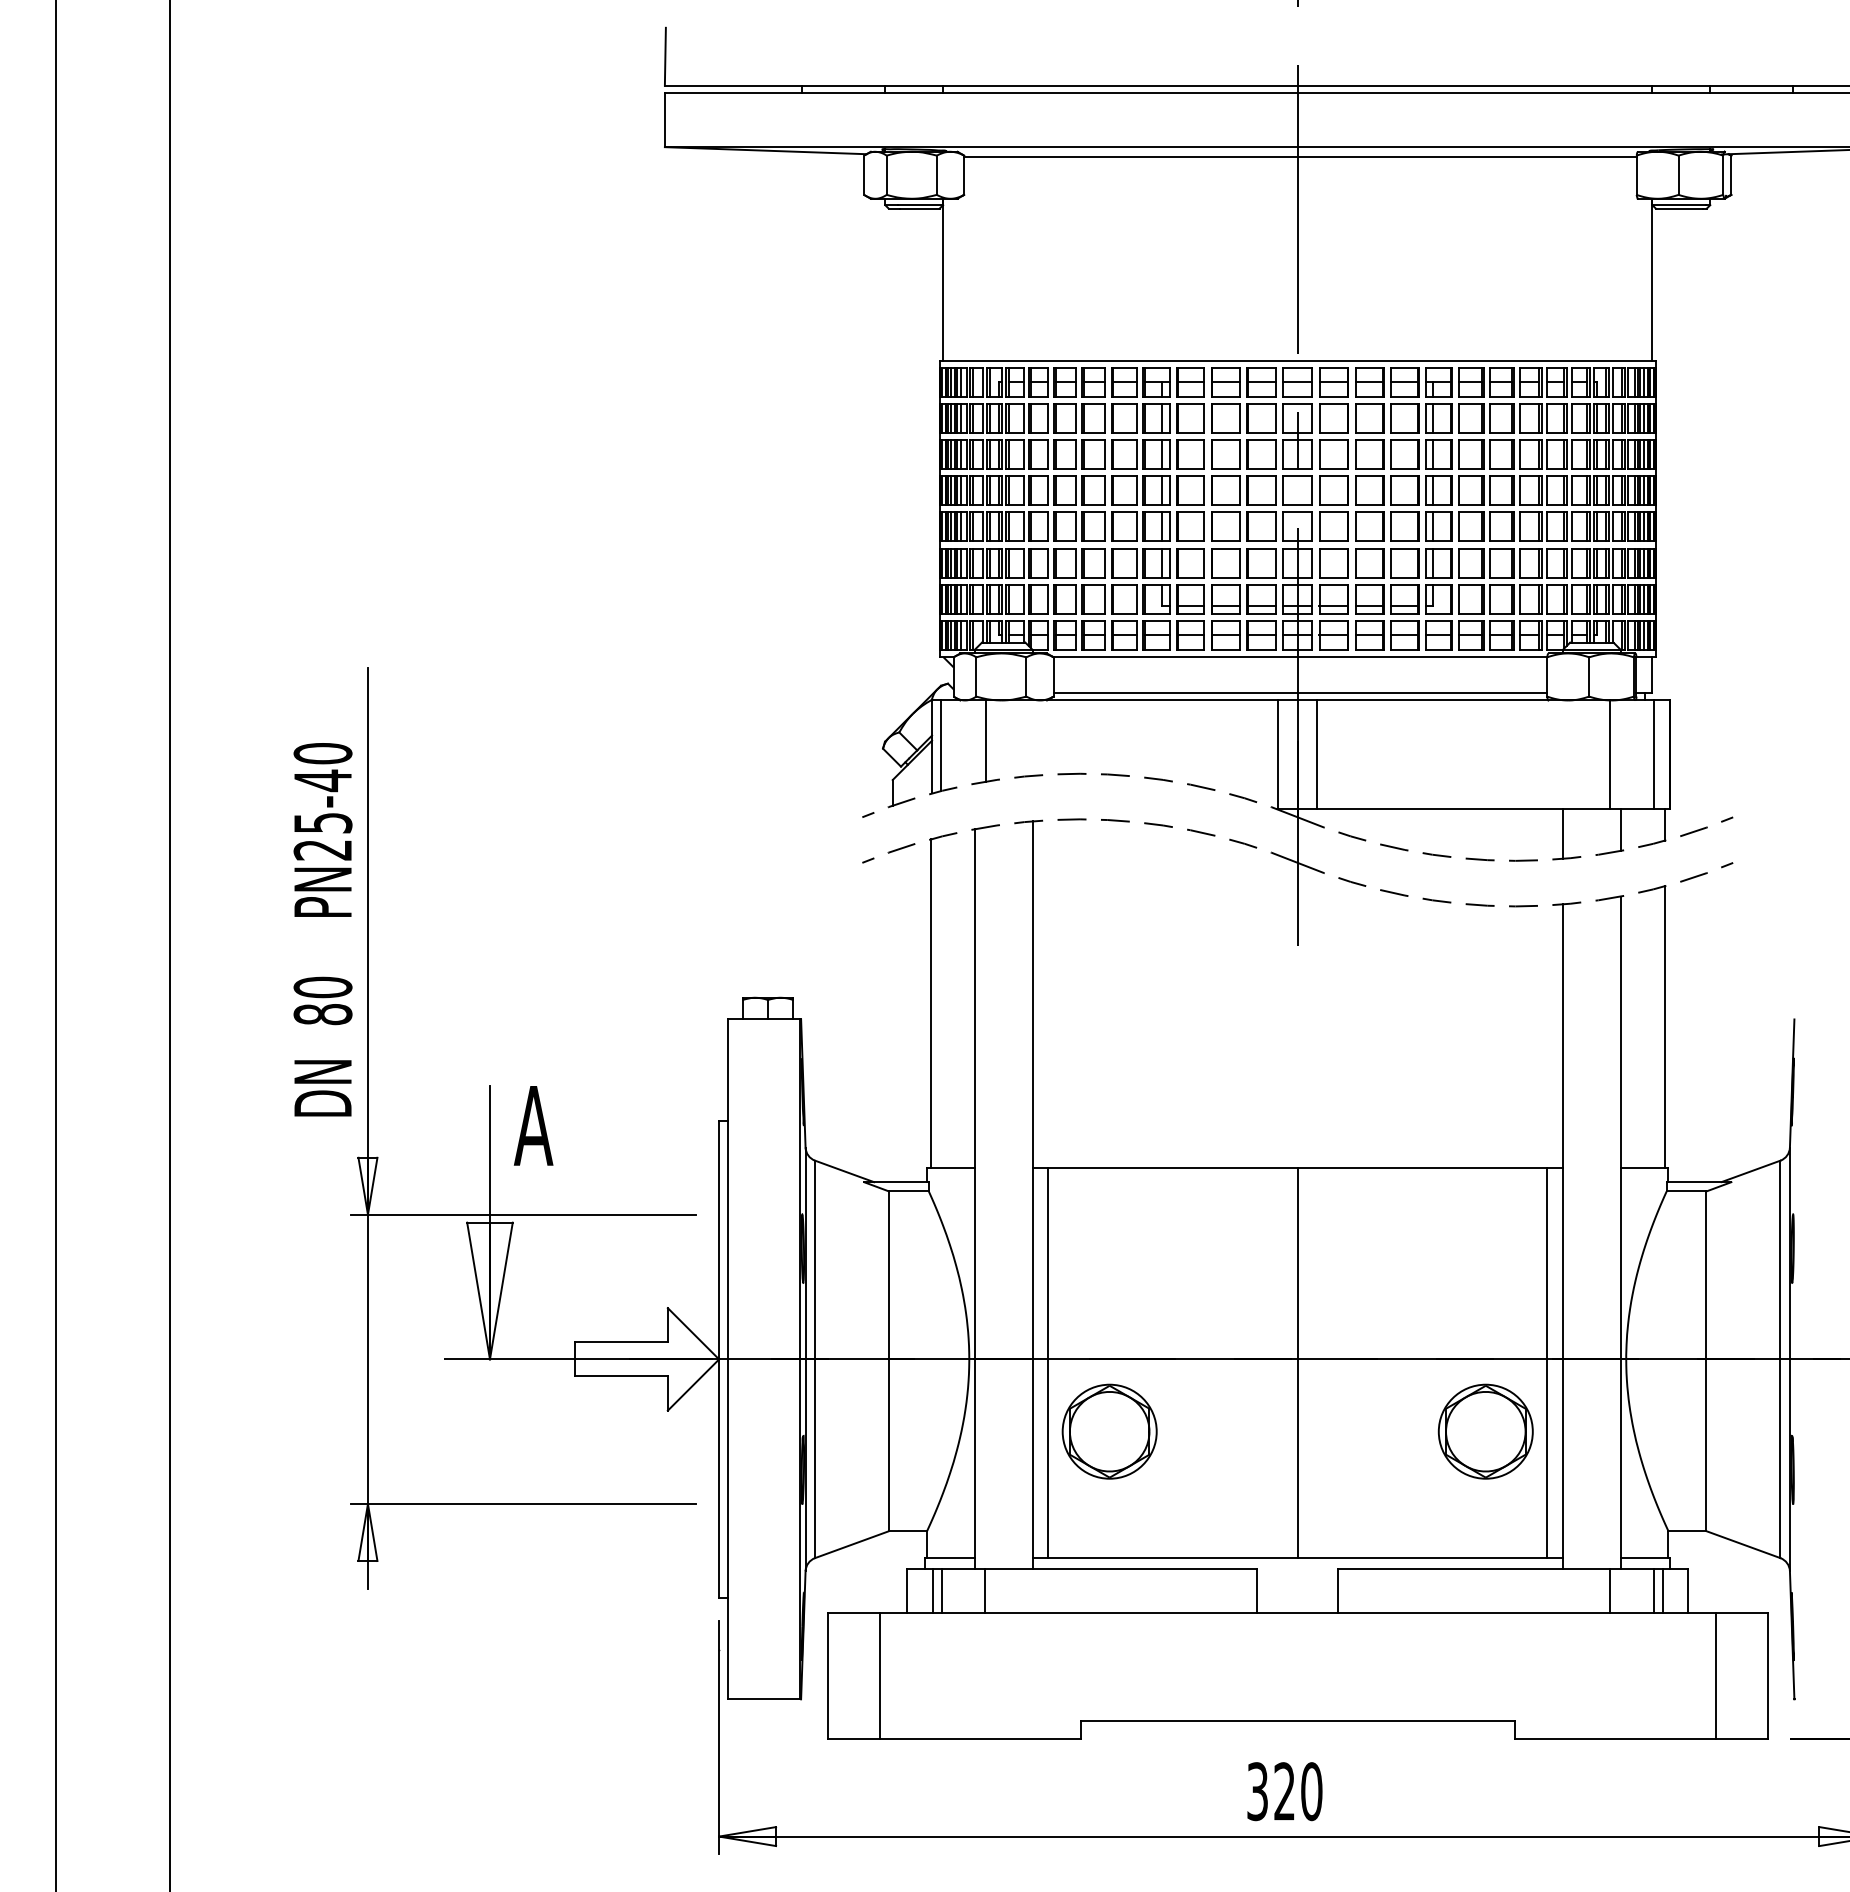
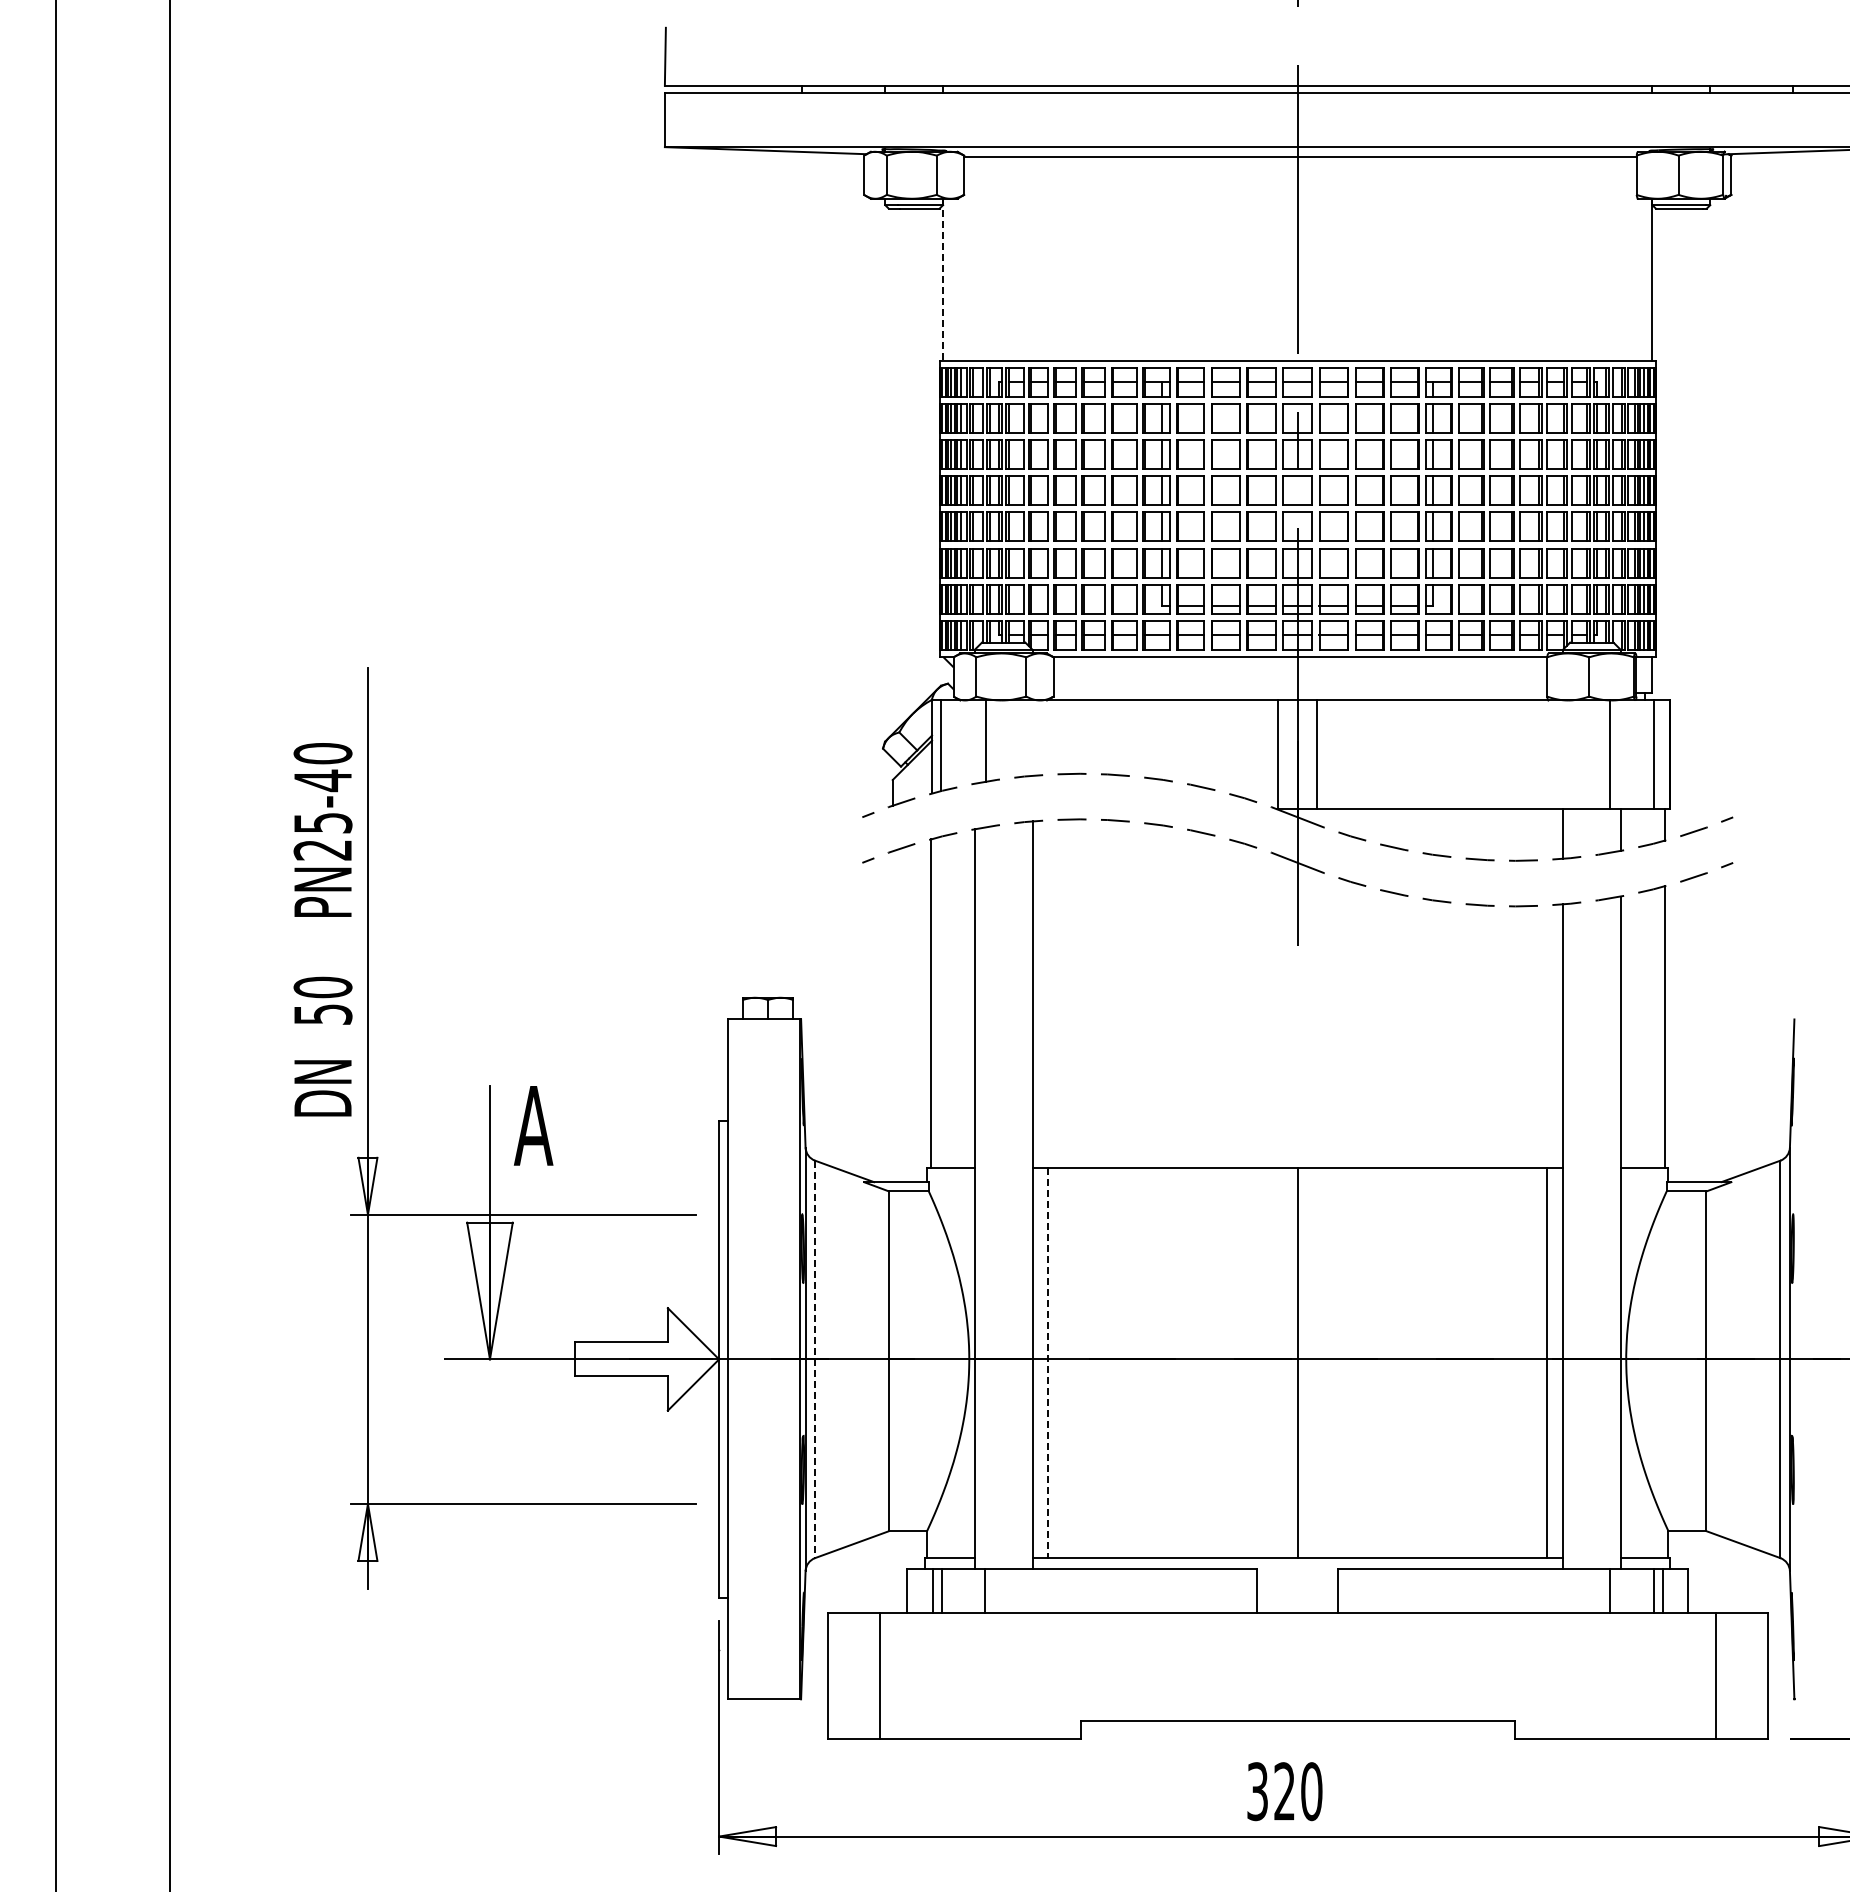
line at (943, 279): solid -> dashed
line at (1300, 693): present -> none
text at (322, 1014): 80 -> 50
line at (815, 1359): solid -> dashed
line at (1048, 1363): solid -> dashed
part at (1109, 1431): present -> none
part at (1485, 1431): present -> none
